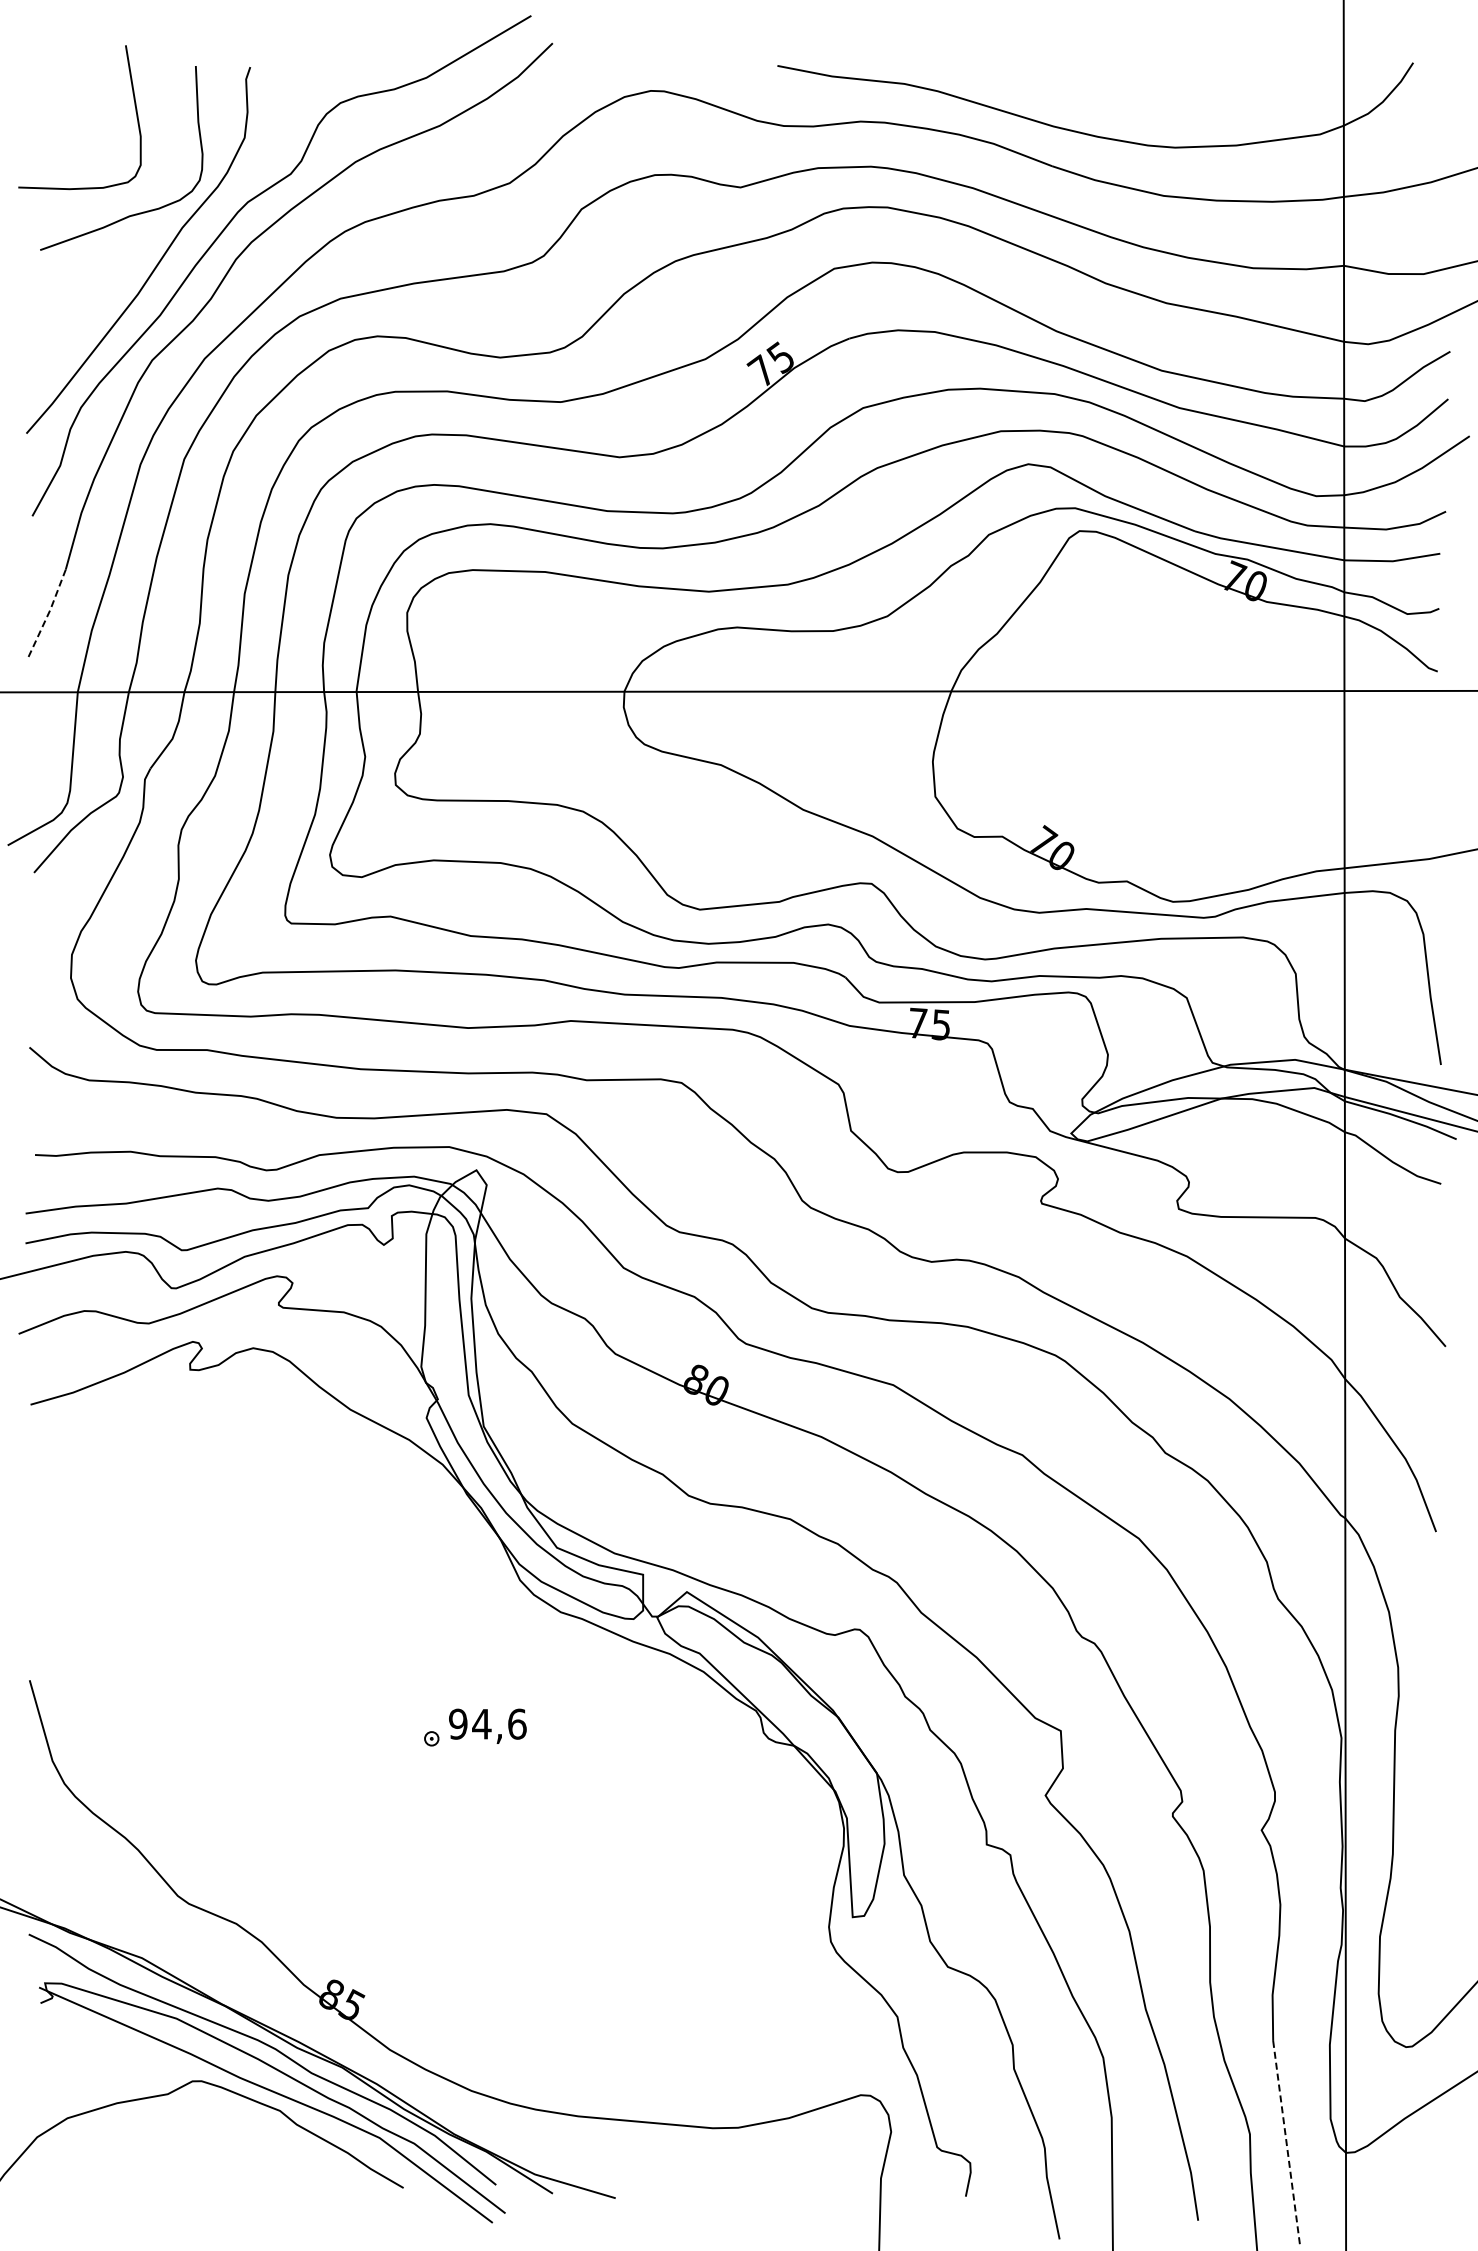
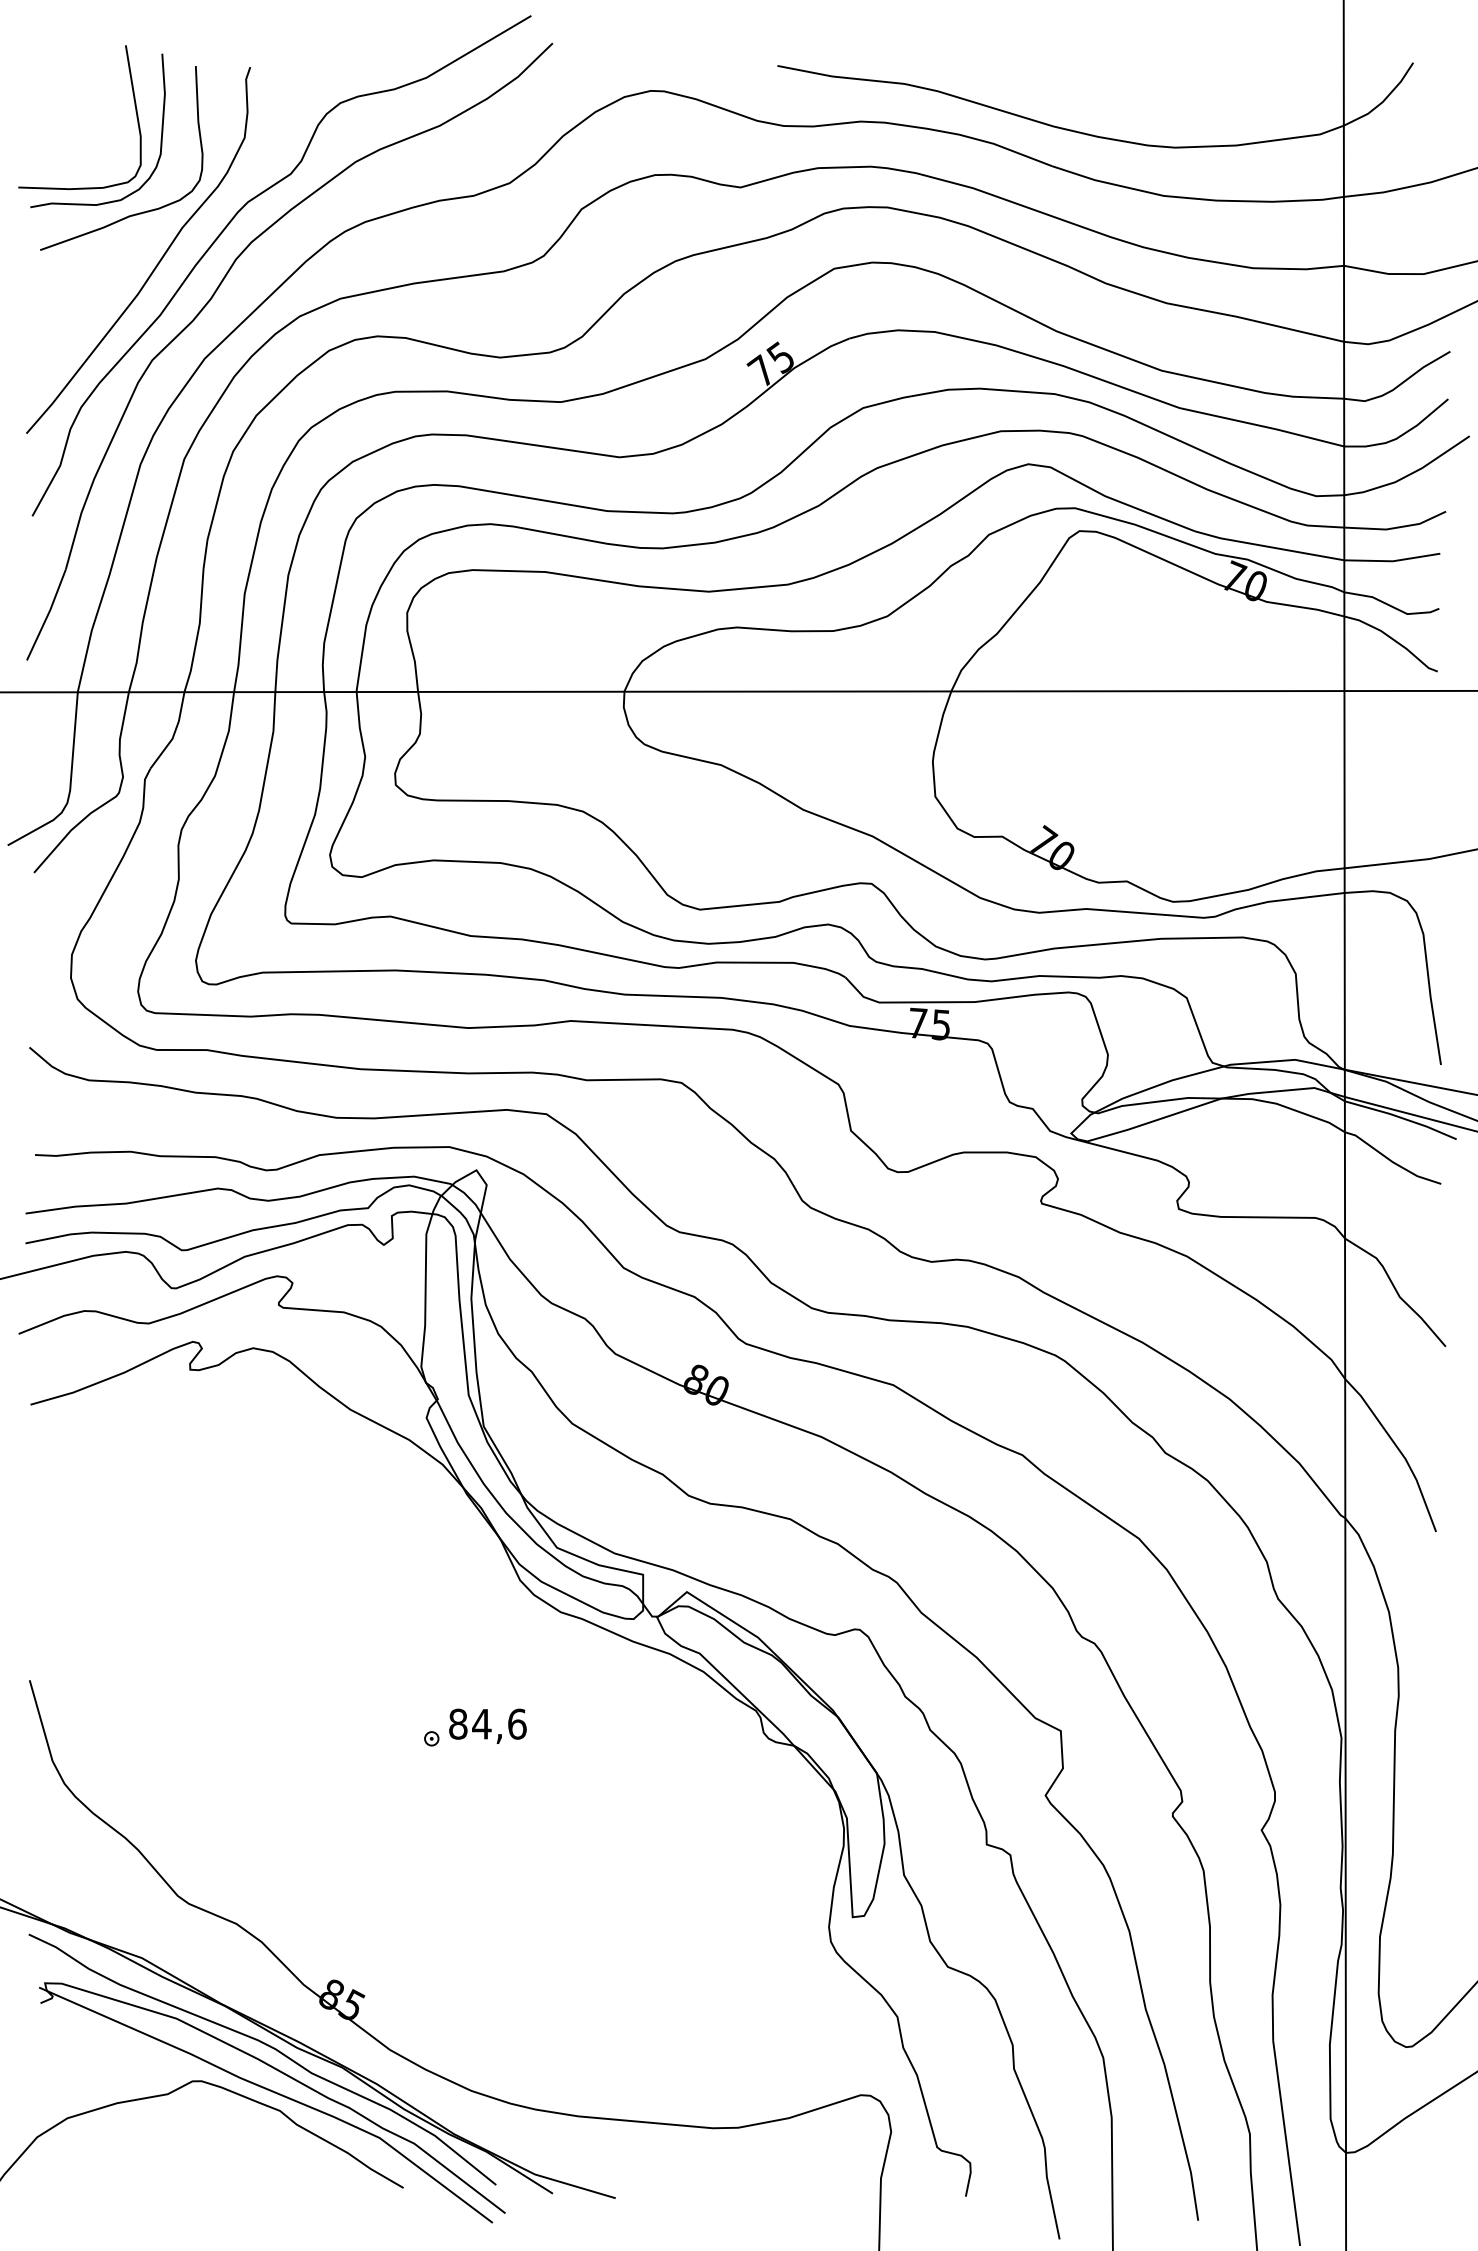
curve at (160, 139): none -> present
line at (47, 615): dashed -> solid
text at (458, 1723): 94,6 -> 84,6
line at (1286, 2143): dashed -> solid
